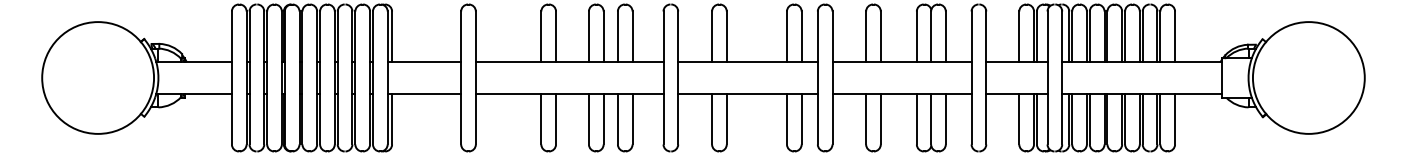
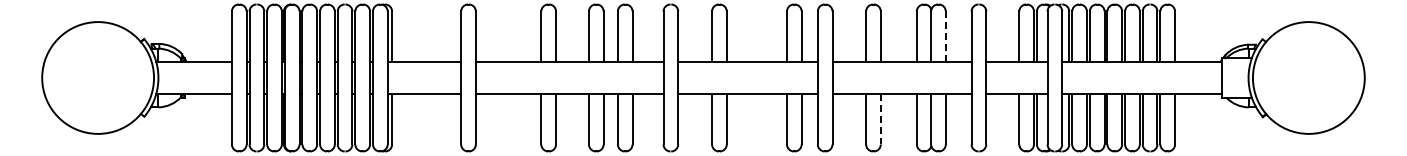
line at (945, 37): solid -> dashed
line at (880, 119): solid -> dashed
